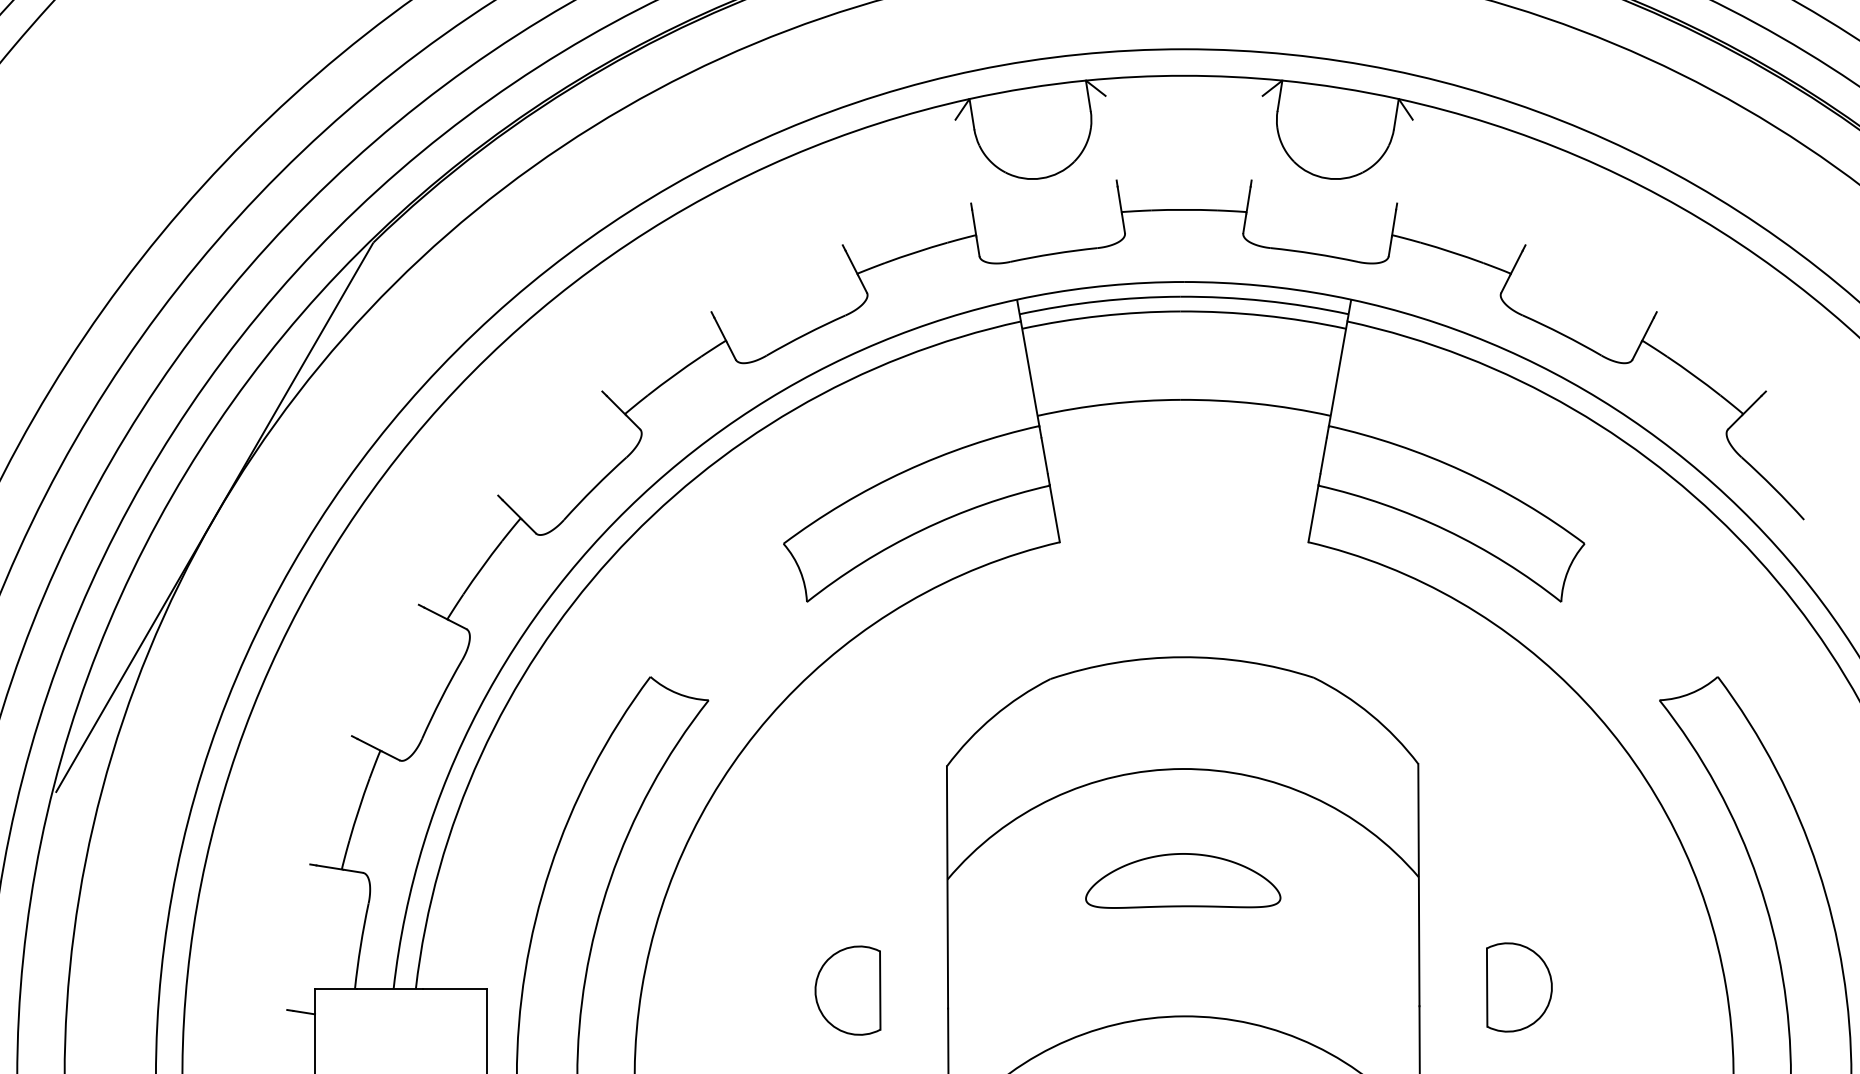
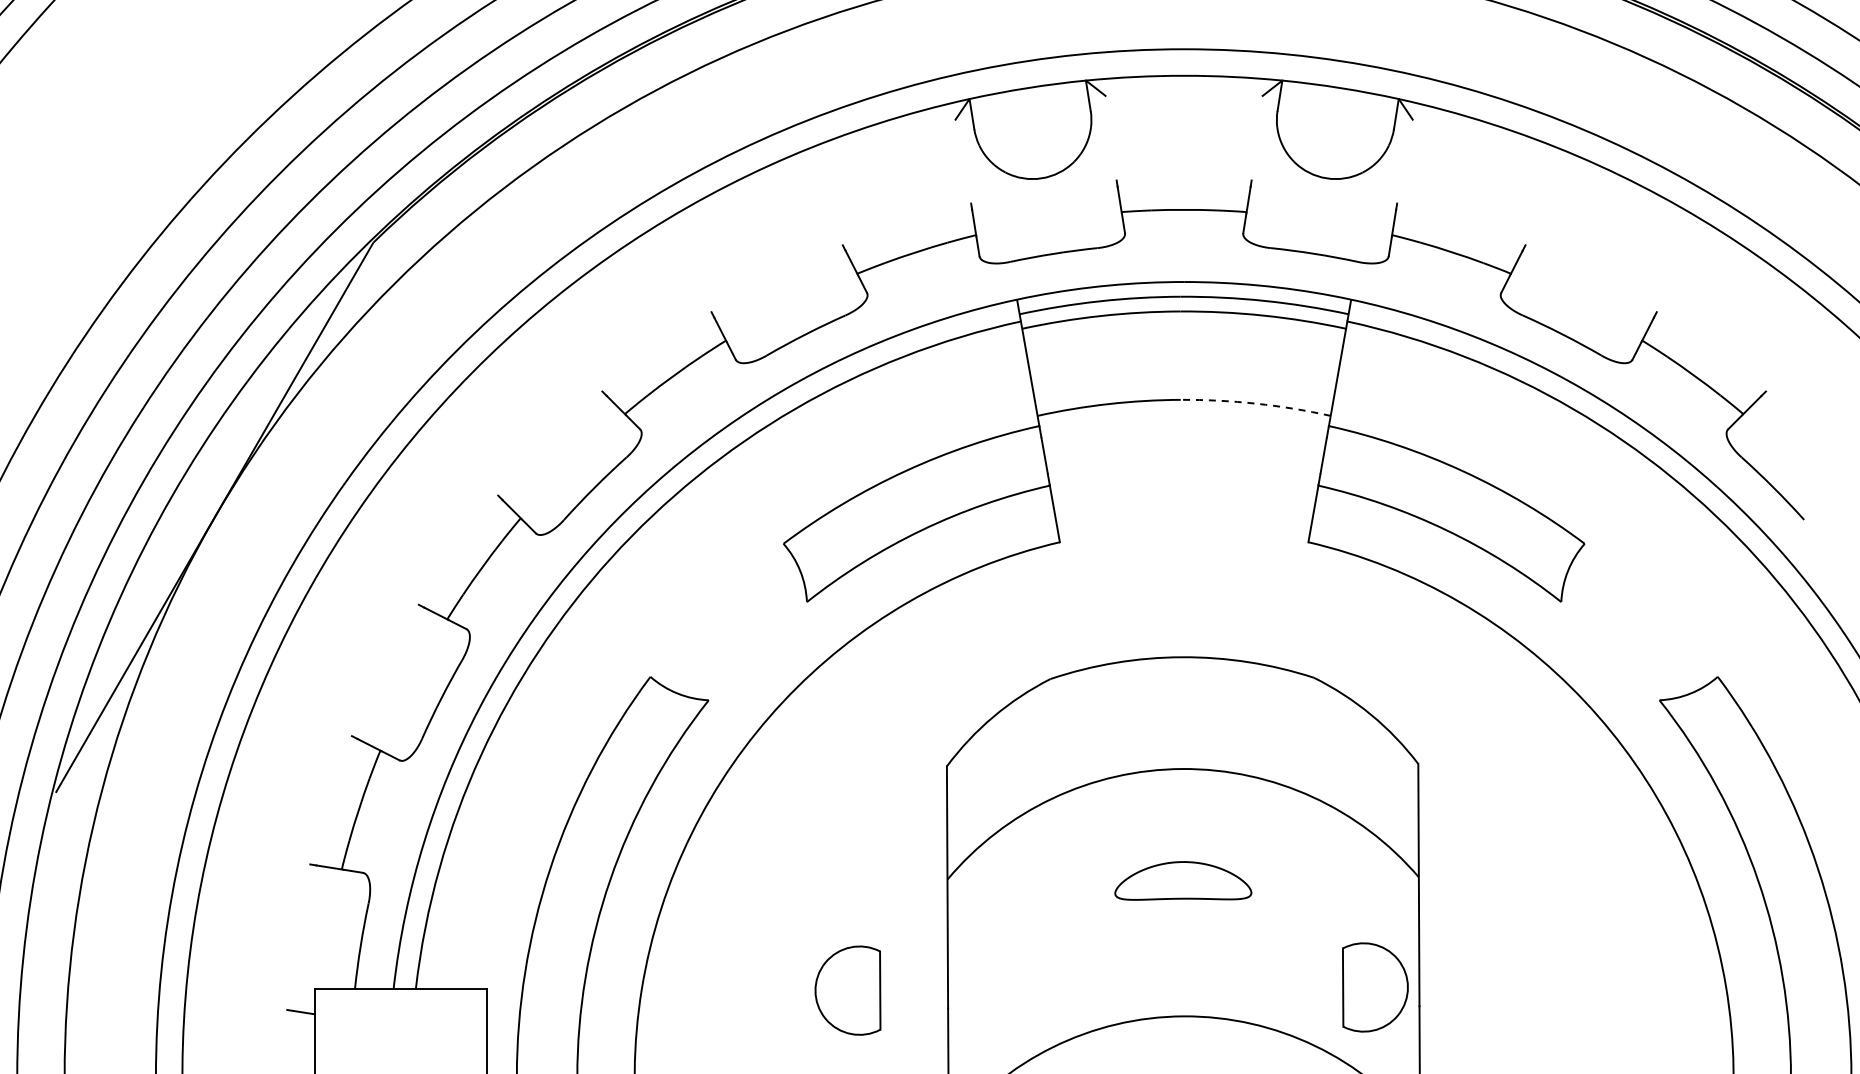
arc at (1256, 403): solid -> dashed
part at (1183, 880) size: 197x56 px -> 139x40 px
part at (1519, 987) position: (1519, 987) -> (1375, 987)
